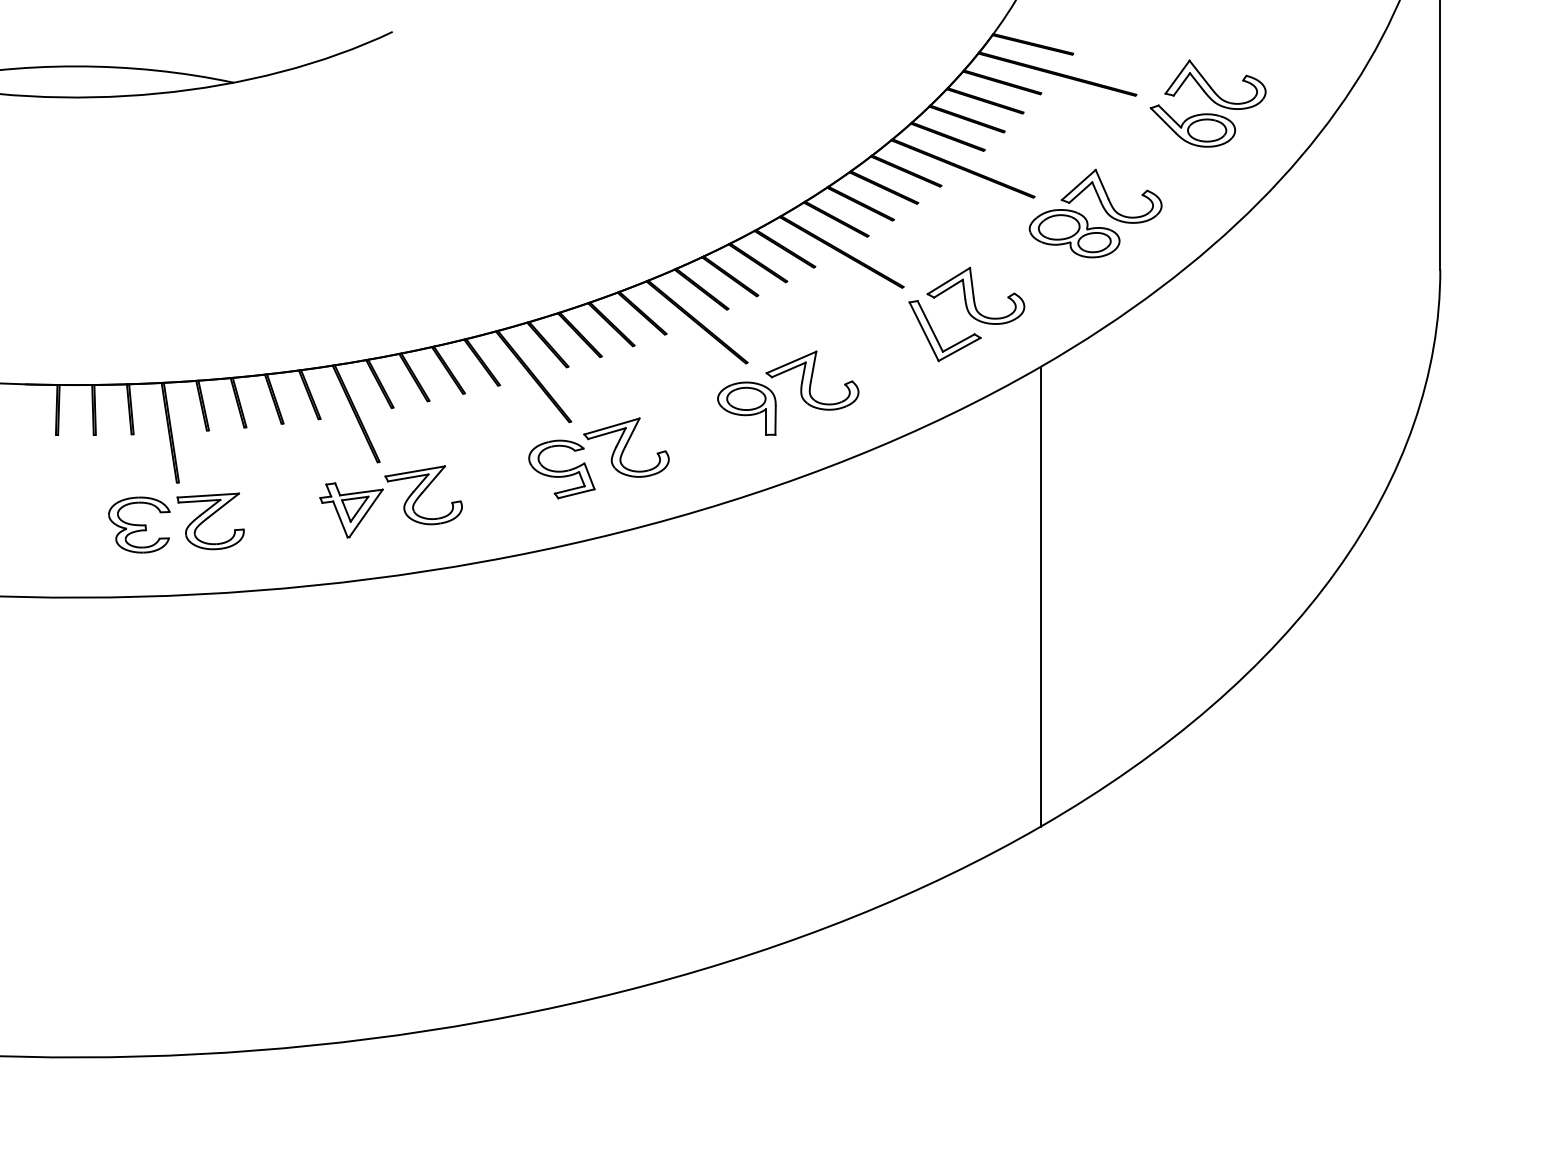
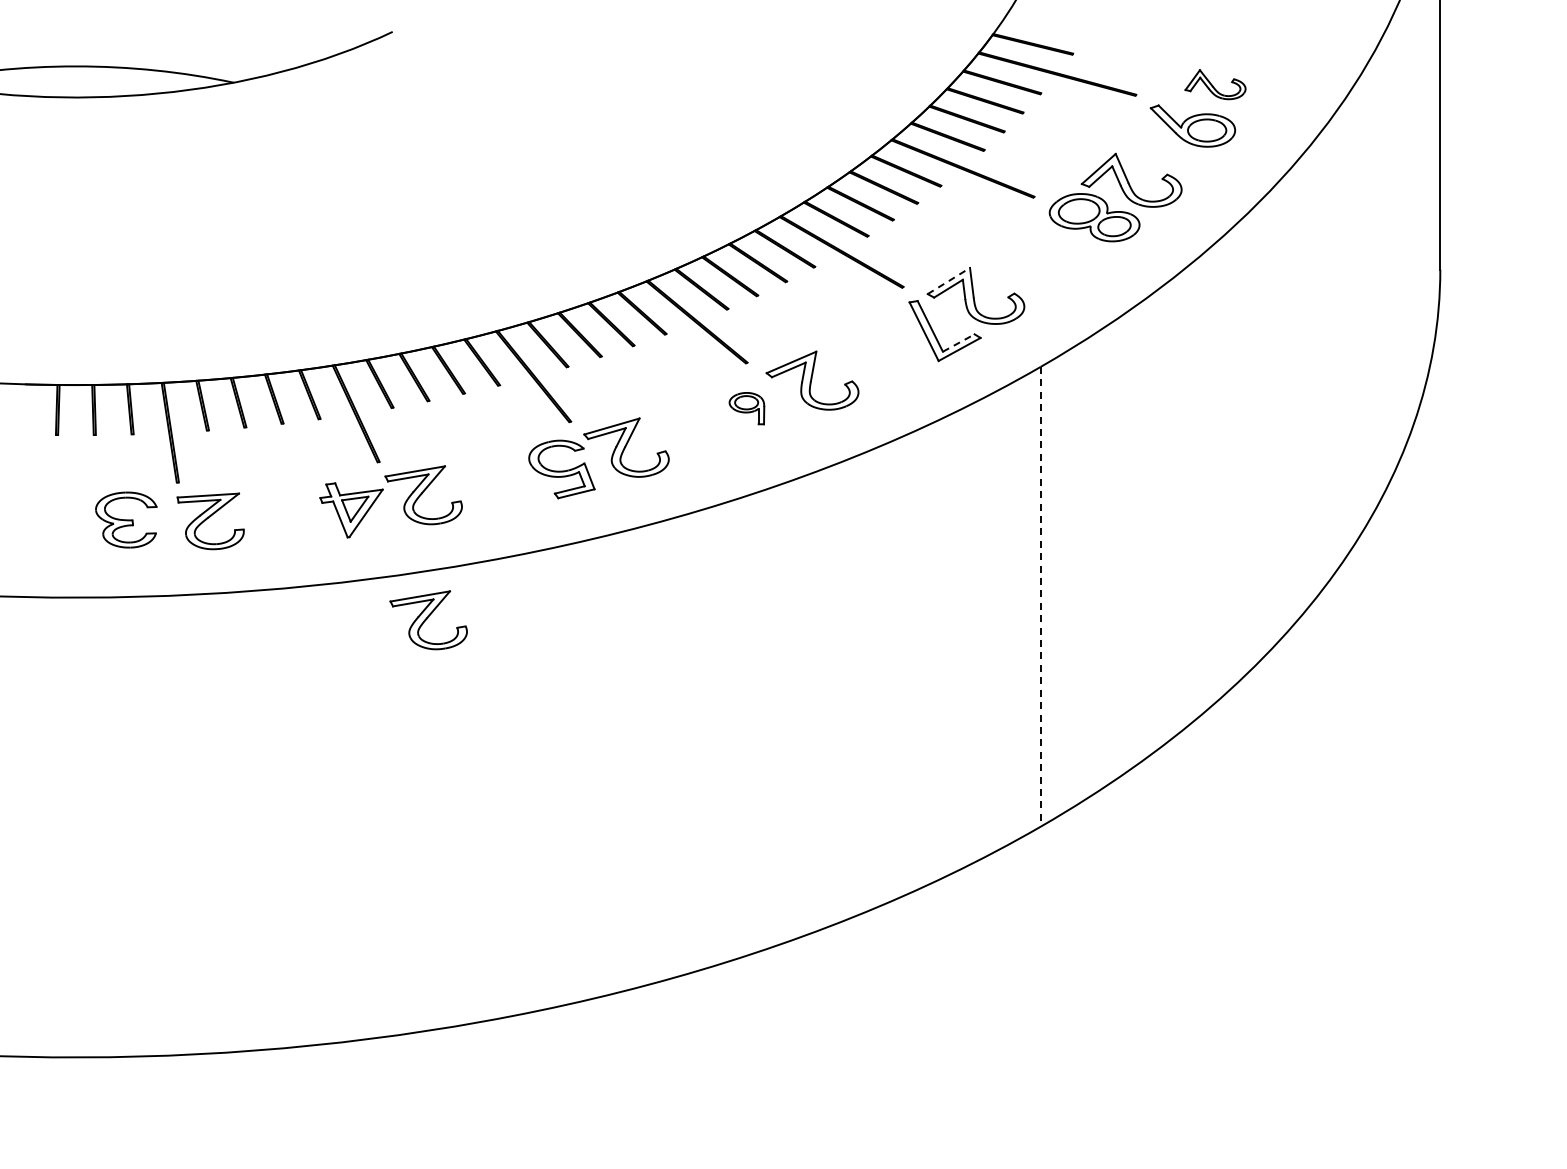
part at (1215, 84) size: 103x51 px -> 63x32 px
part at (1103, 209) position: (1103, 209) -> (1123, 193)
line at (948, 281): solid -> dashed
line at (959, 342): solid -> dashed
part at (746, 408) size: 60x55 px -> 38x34 px
part at (139, 524) position: (139, 524) -> (126, 519)
line at (1040, 596): solid -> dashed
part at (428, 620): none -> present
